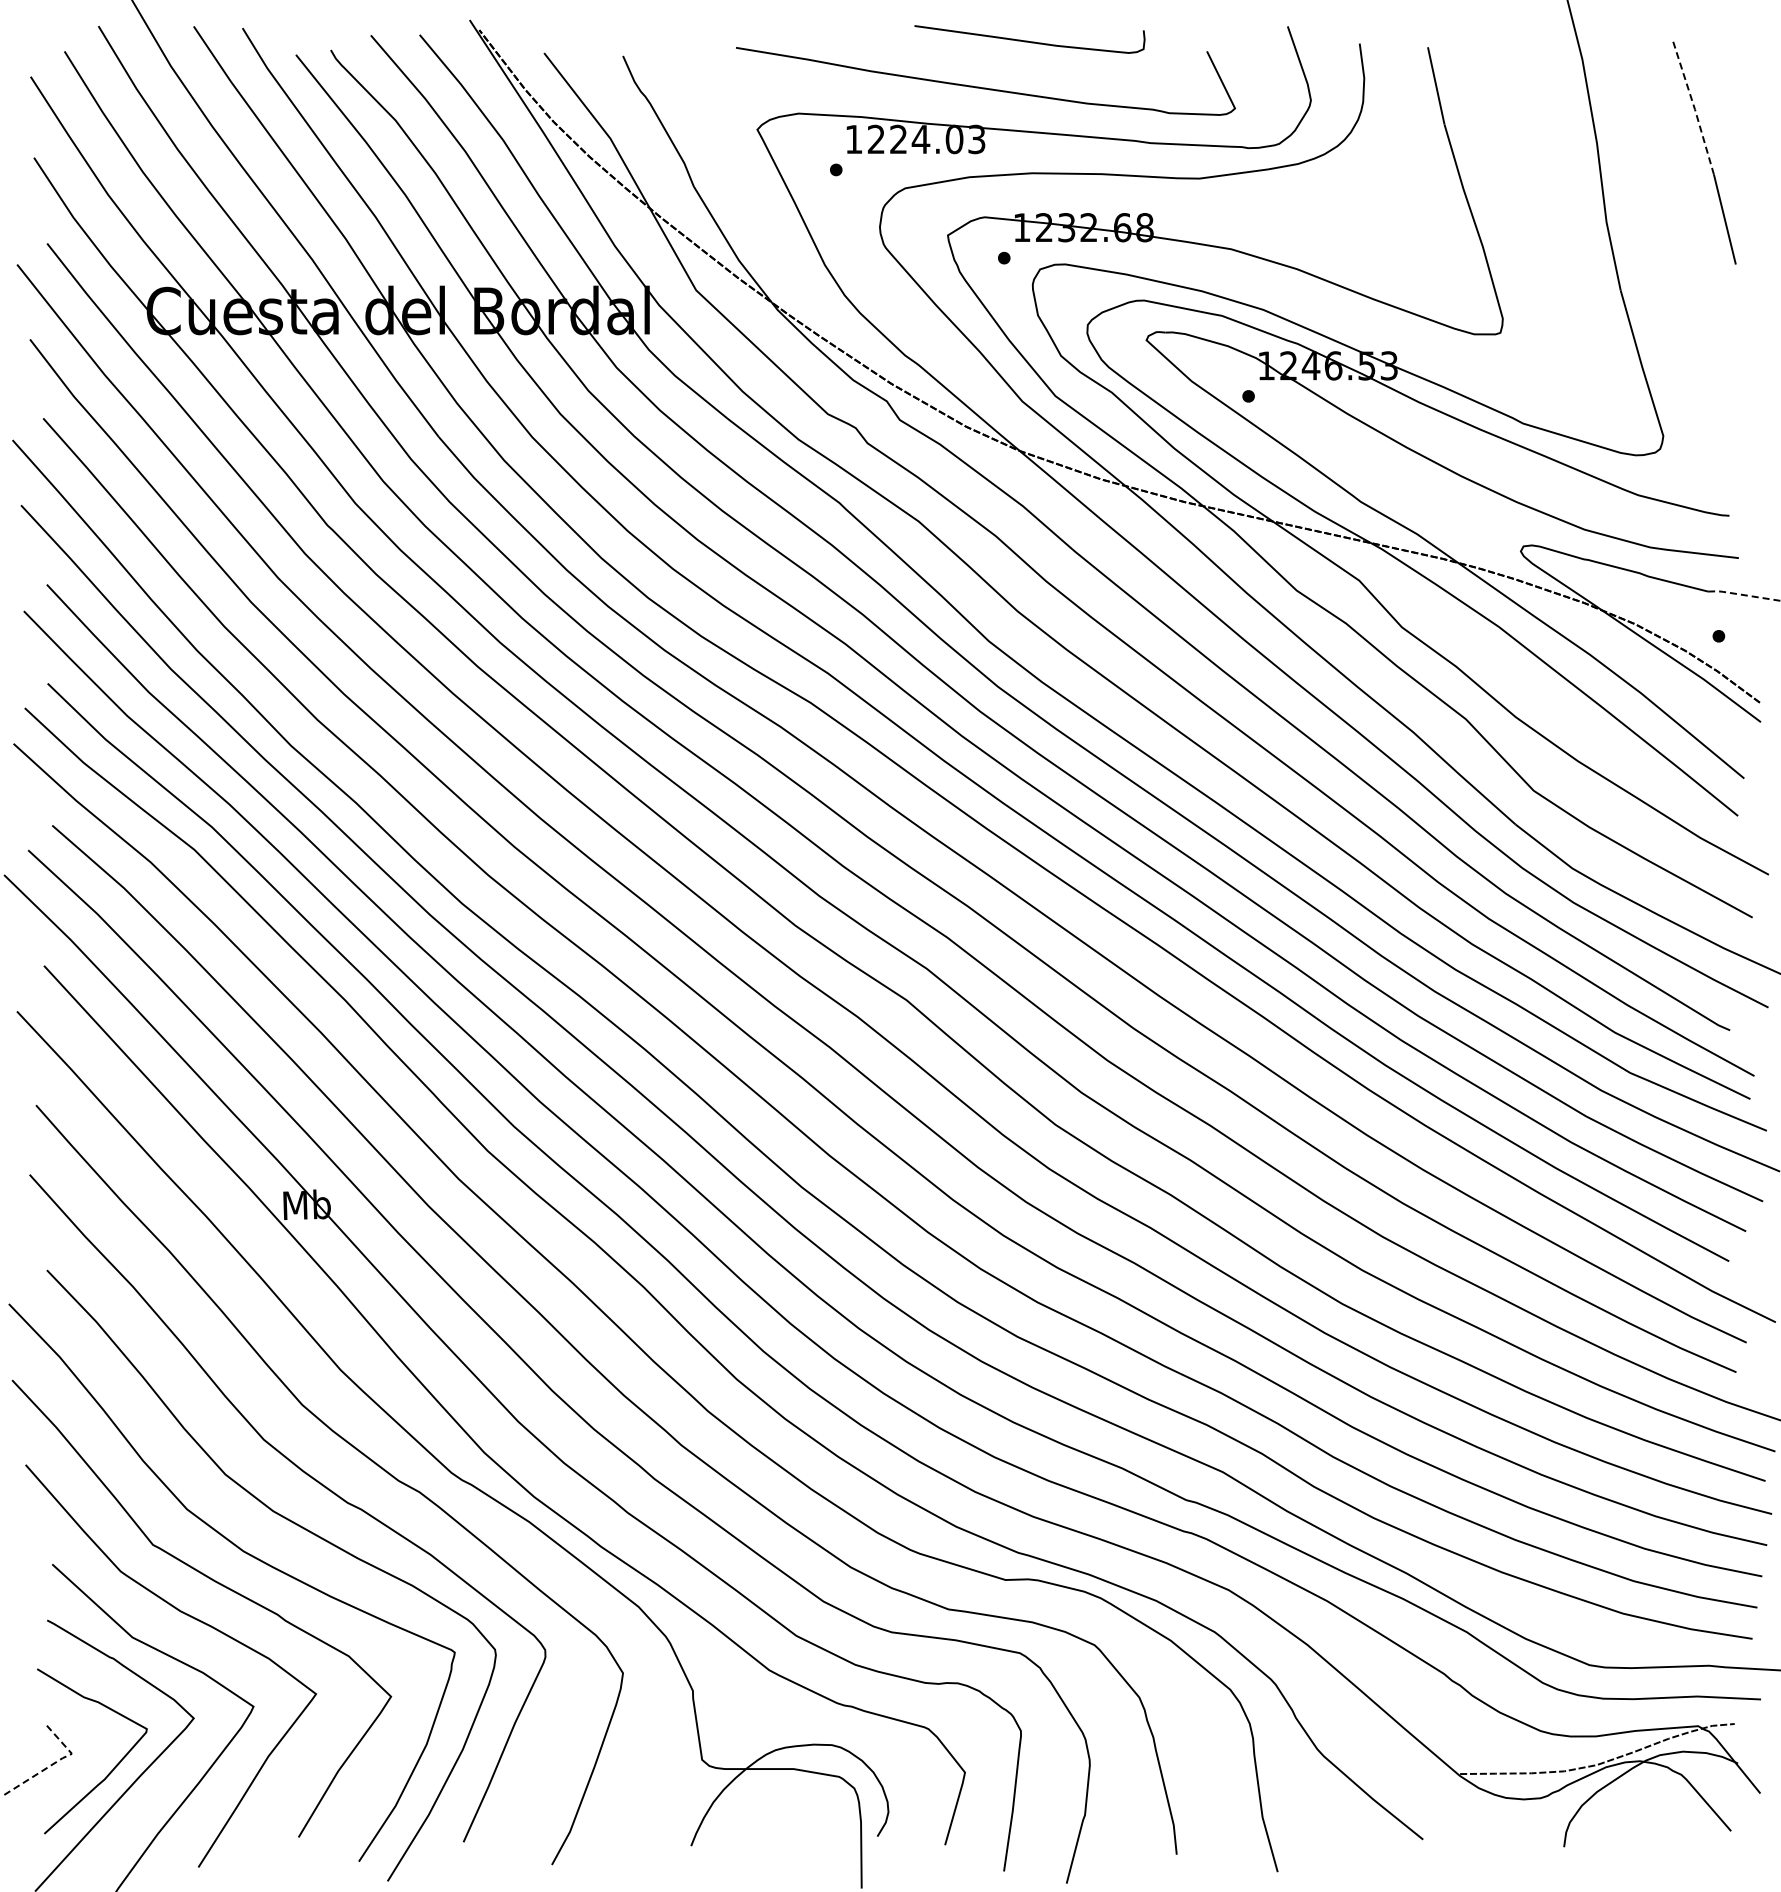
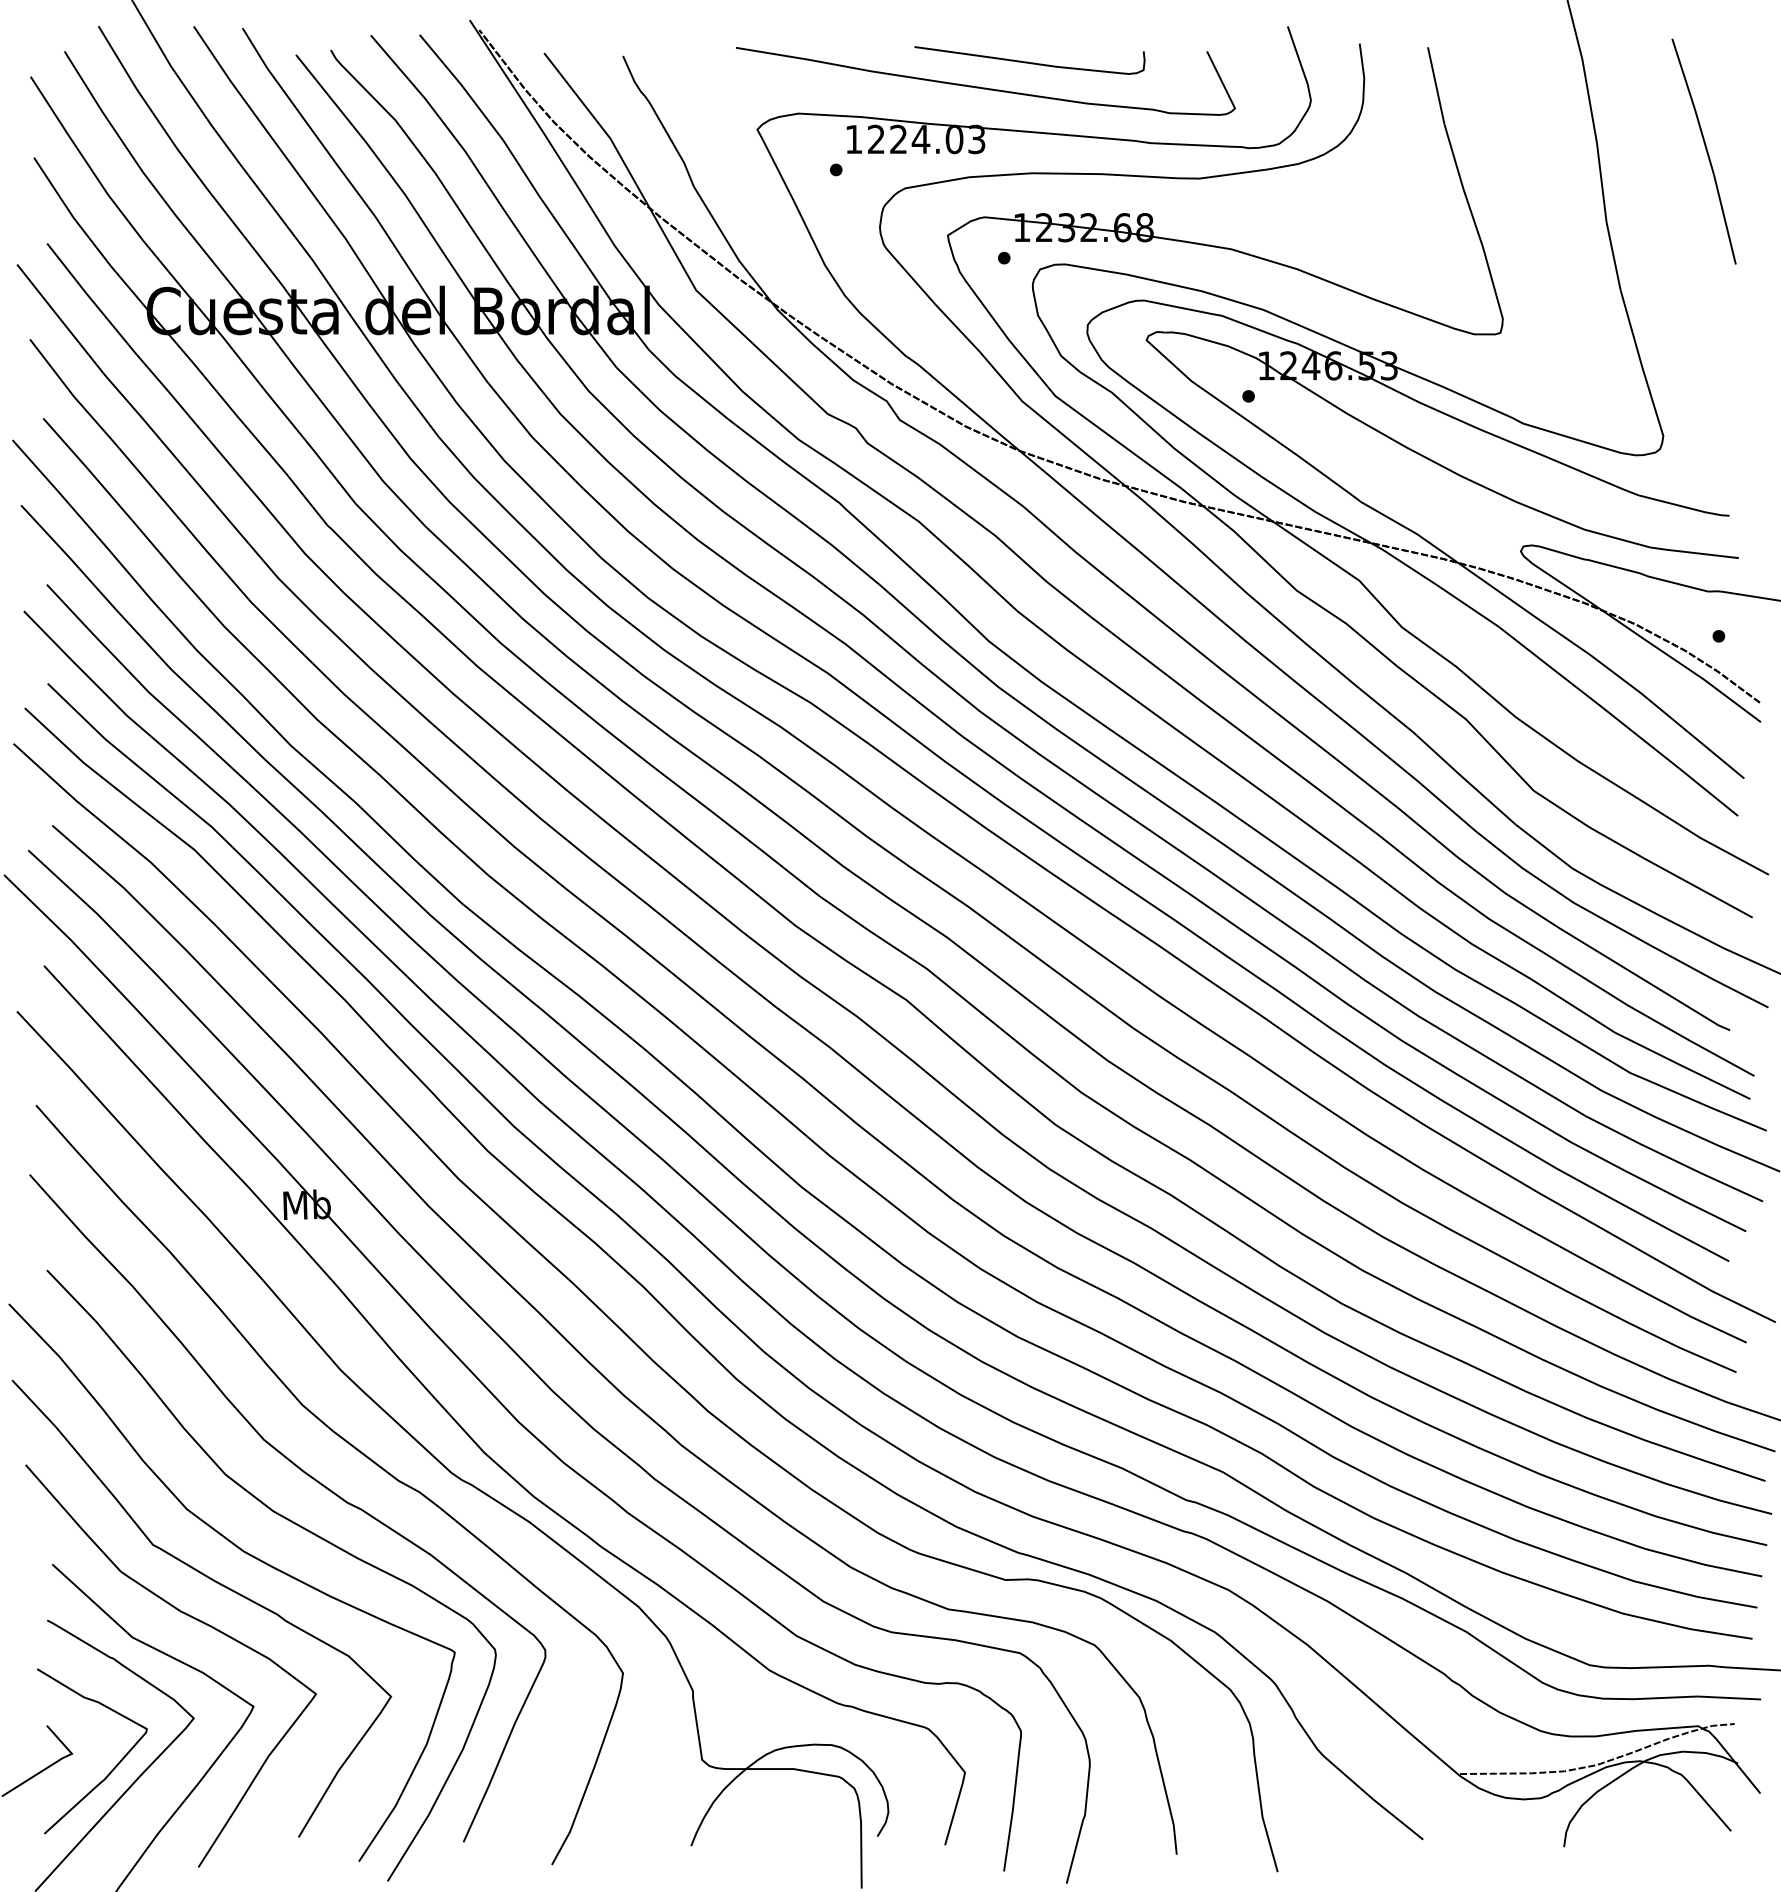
curve at (1028, 40) position: (1028, 40) -> (1028, 61)
line at (1694, 106): dashed -> solid
line at (1743, 595): dashed -> solid
line at (53, 1764): dashed -> solid
